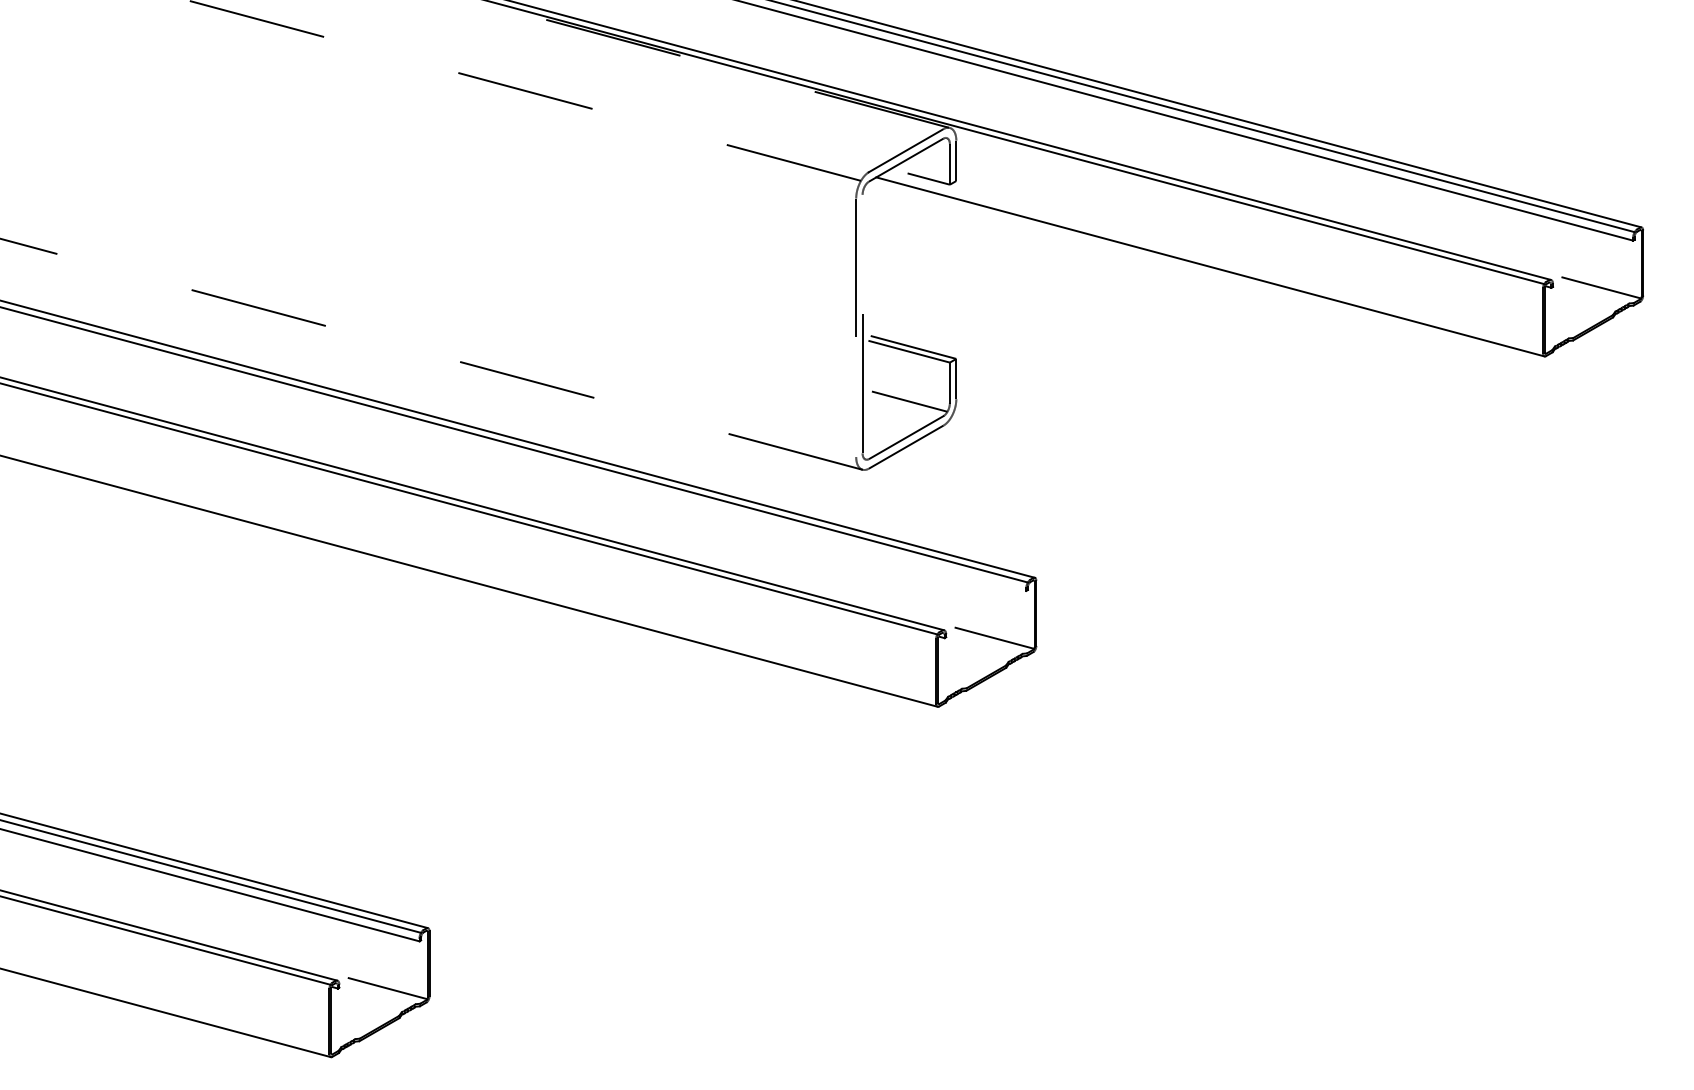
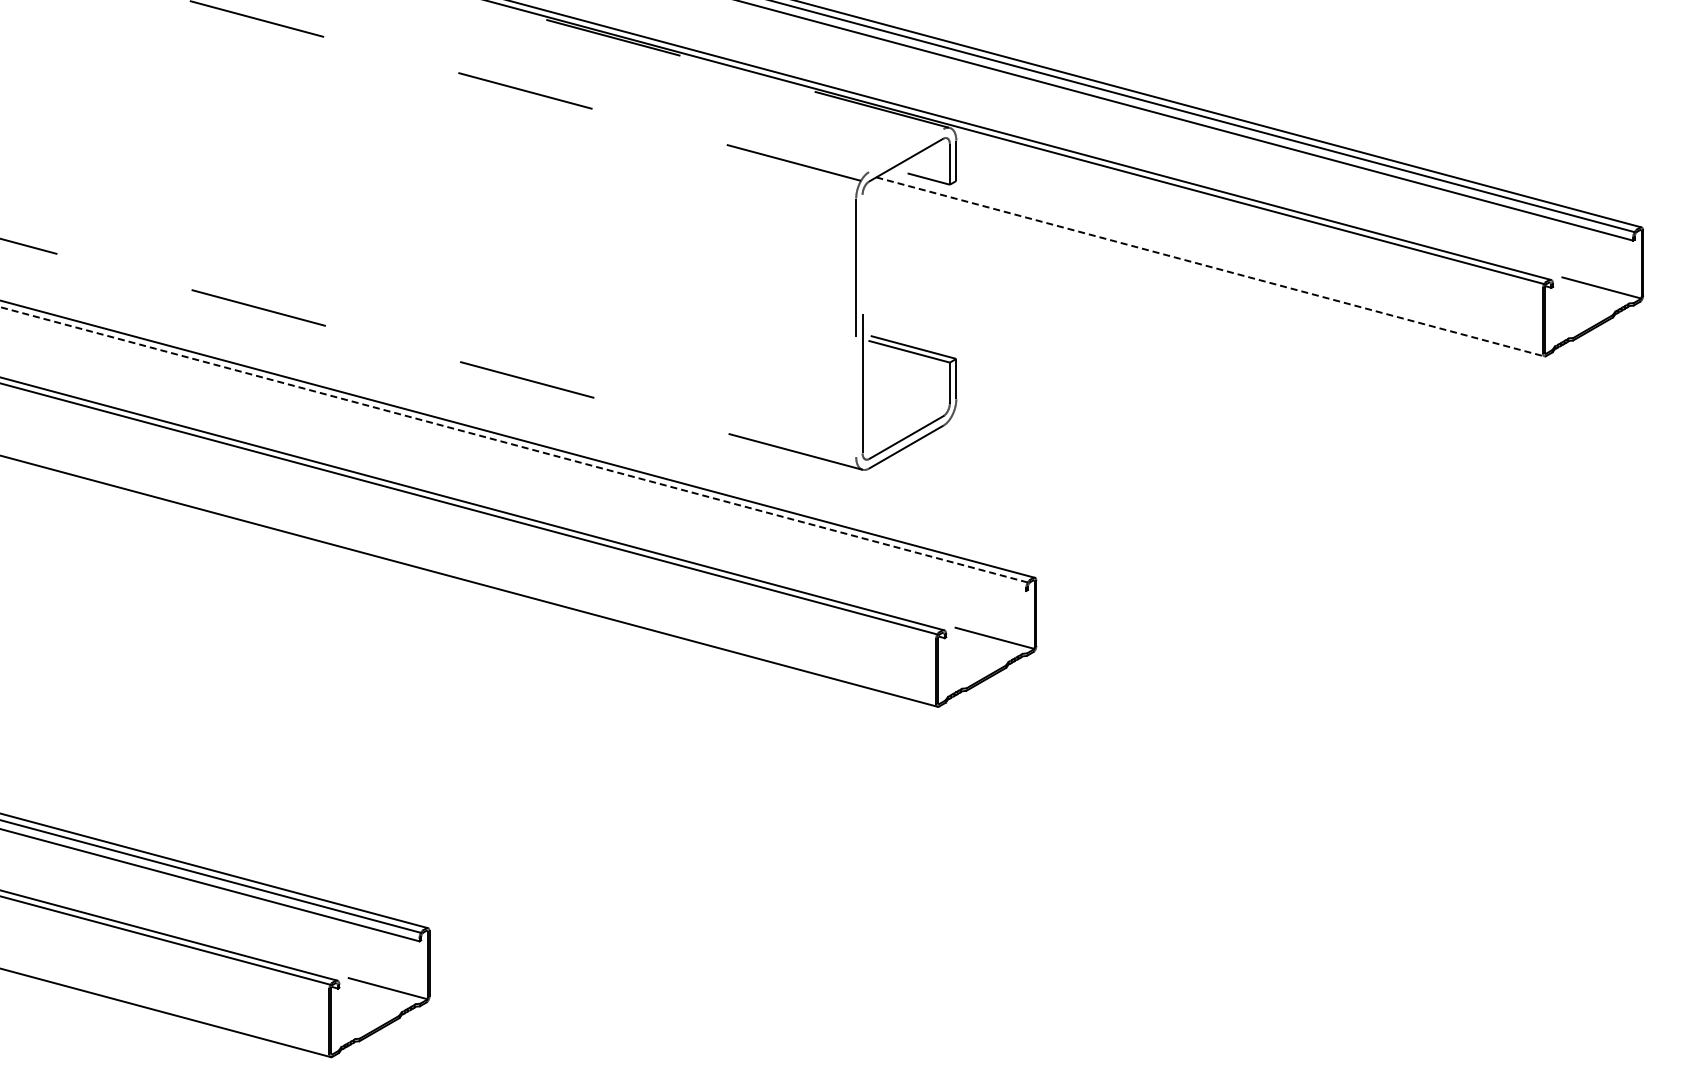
line at (905, 150): present -> none
line at (1210, 266): solid -> dashed
line at (909, 401): present -> none
line at (514, 444): solid -> dashed
